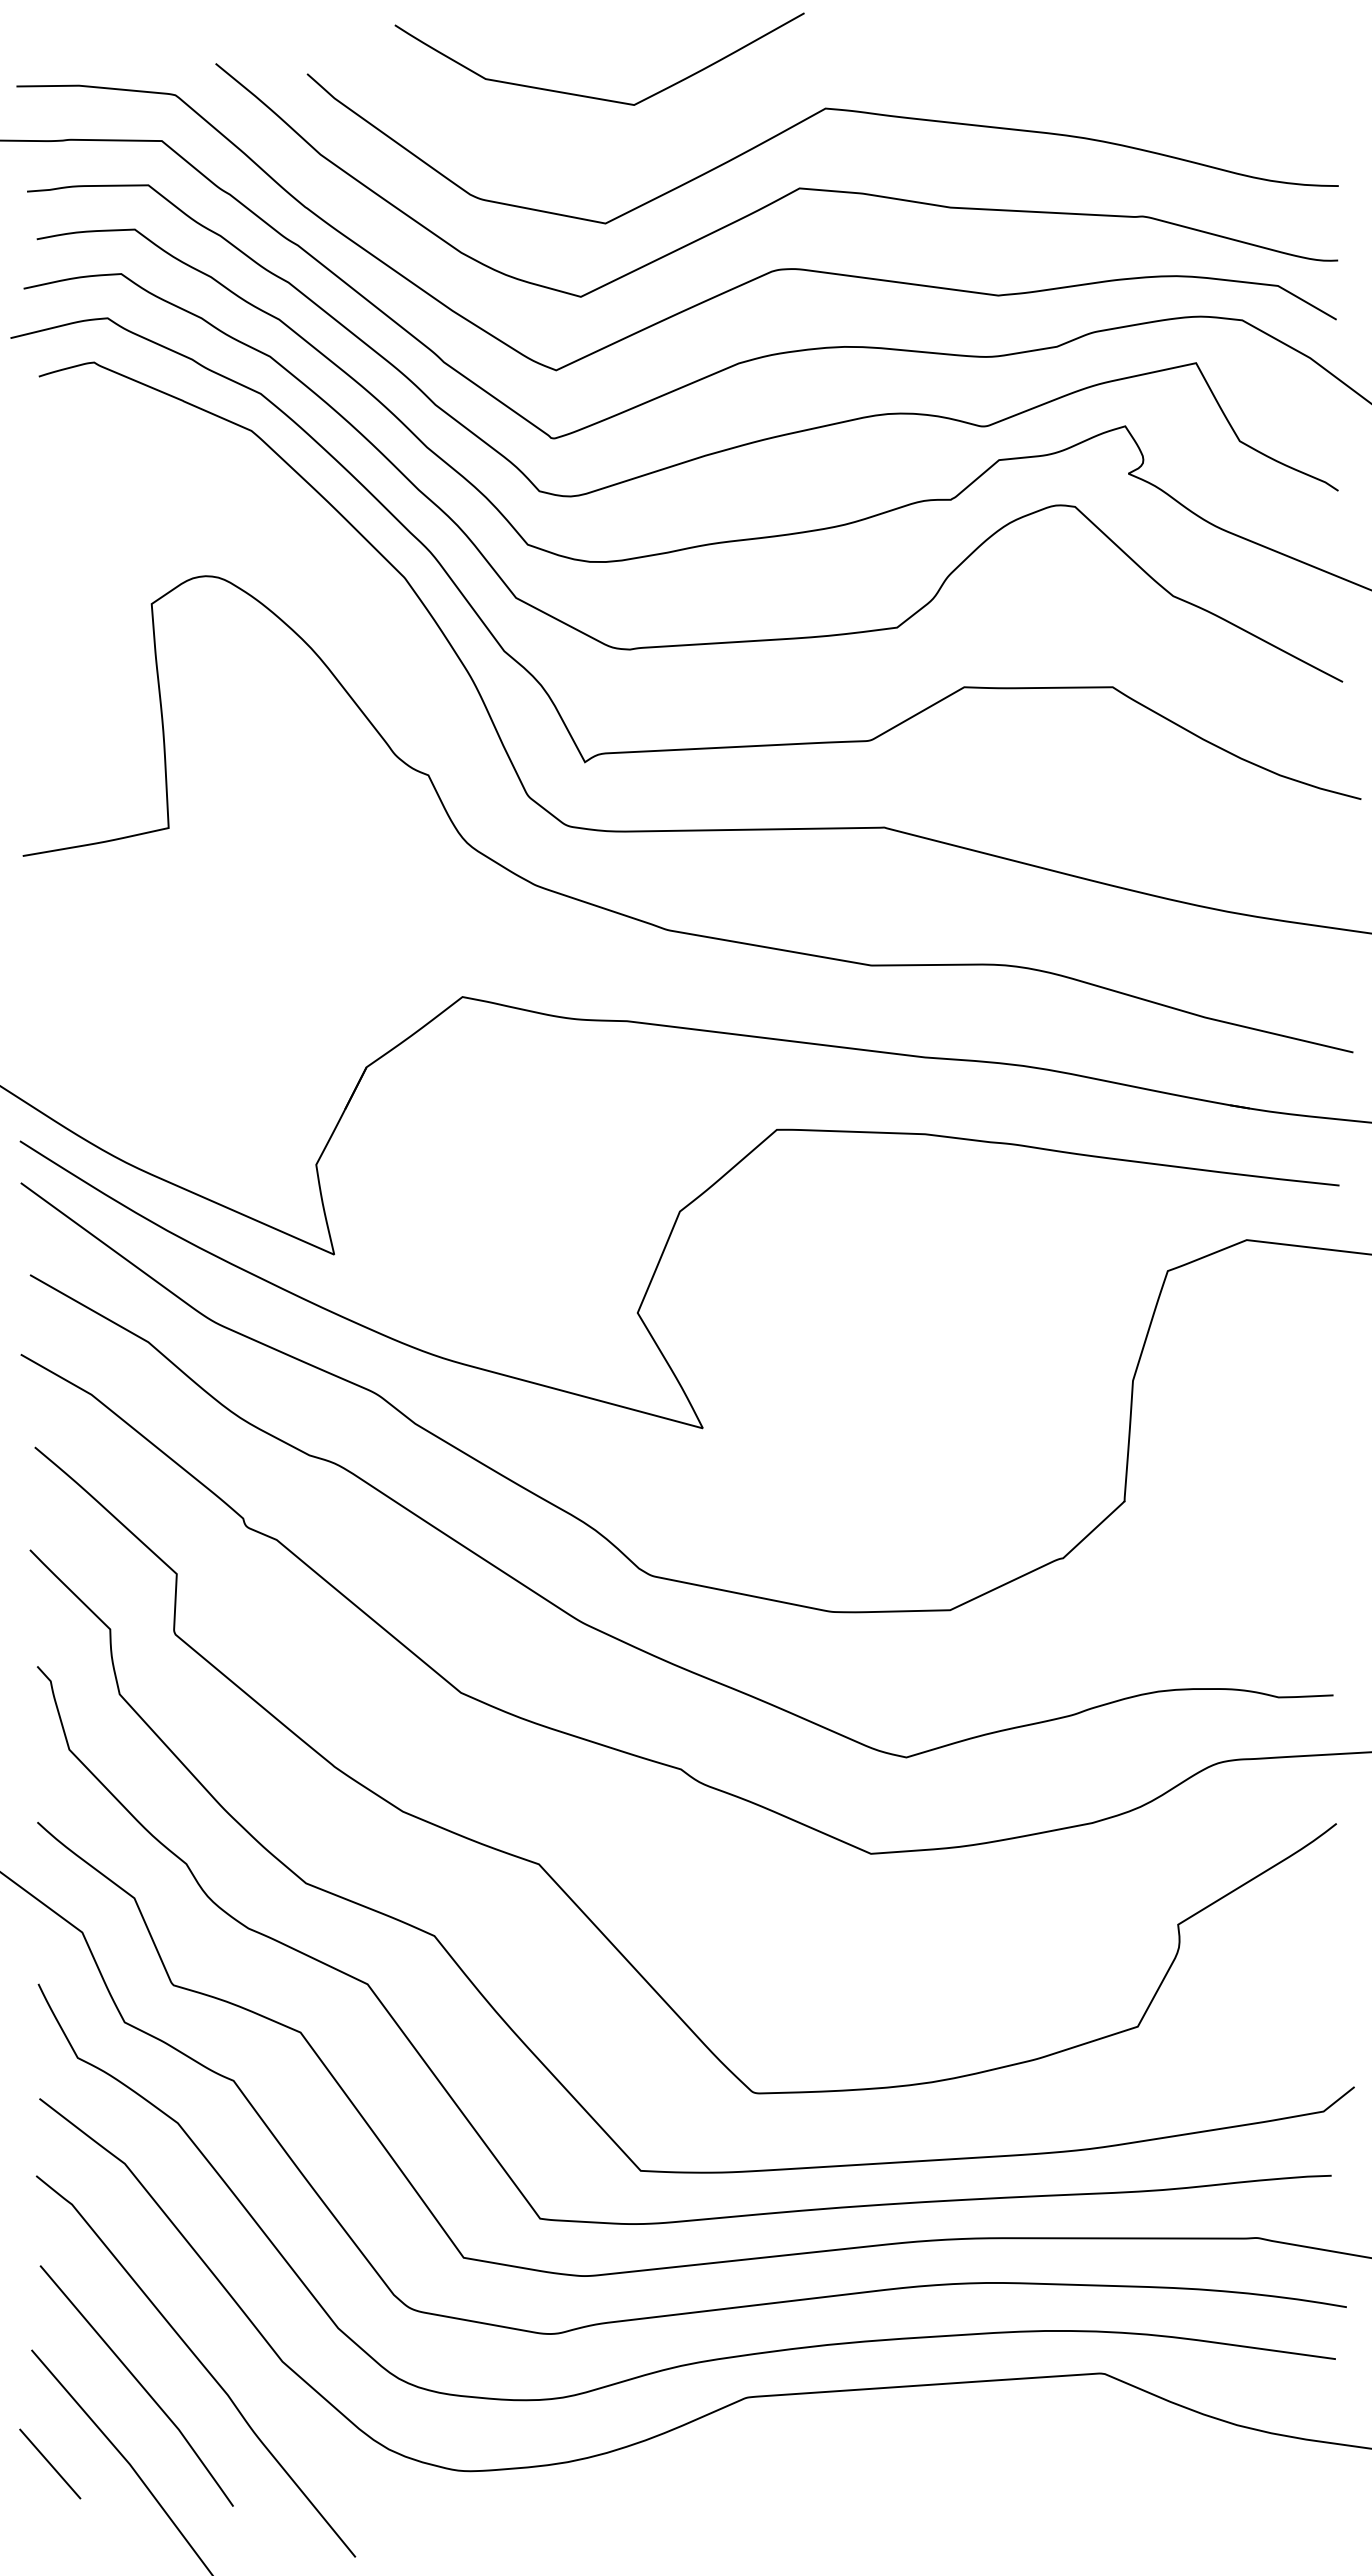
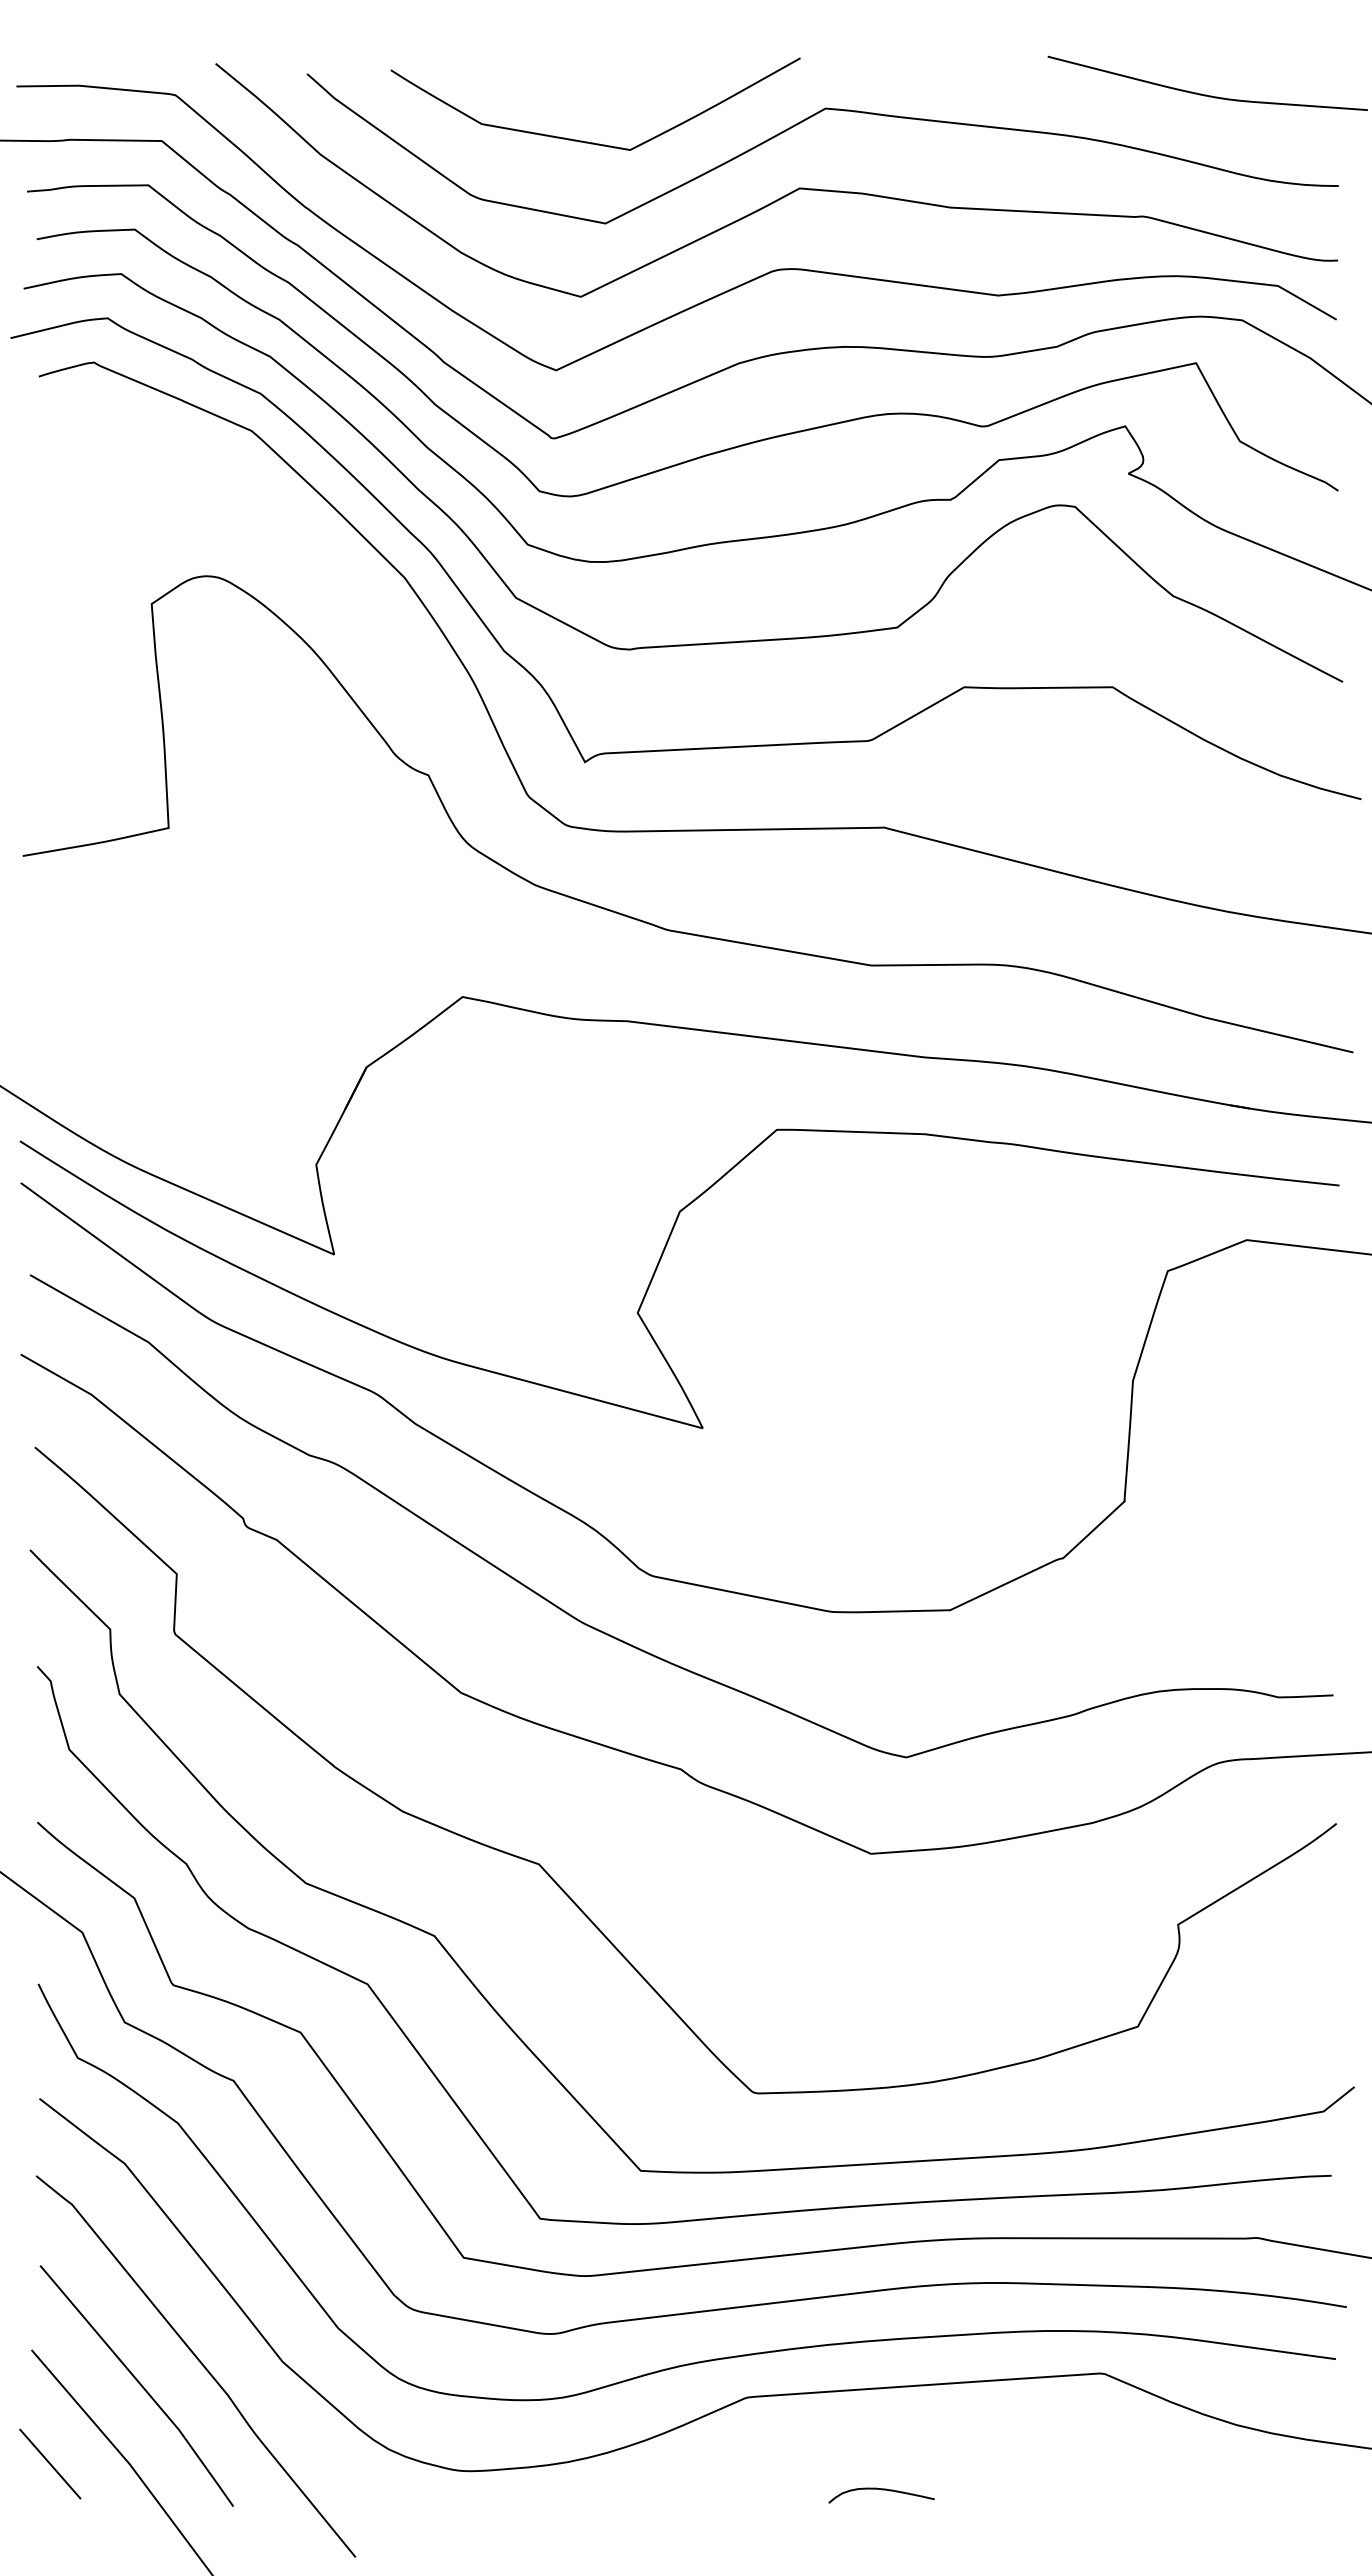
curve at (1206, 94): none -> present
curve at (592, 96) position: (592, 96) -> (588, 141)
curve at (881, 2490): none -> present
